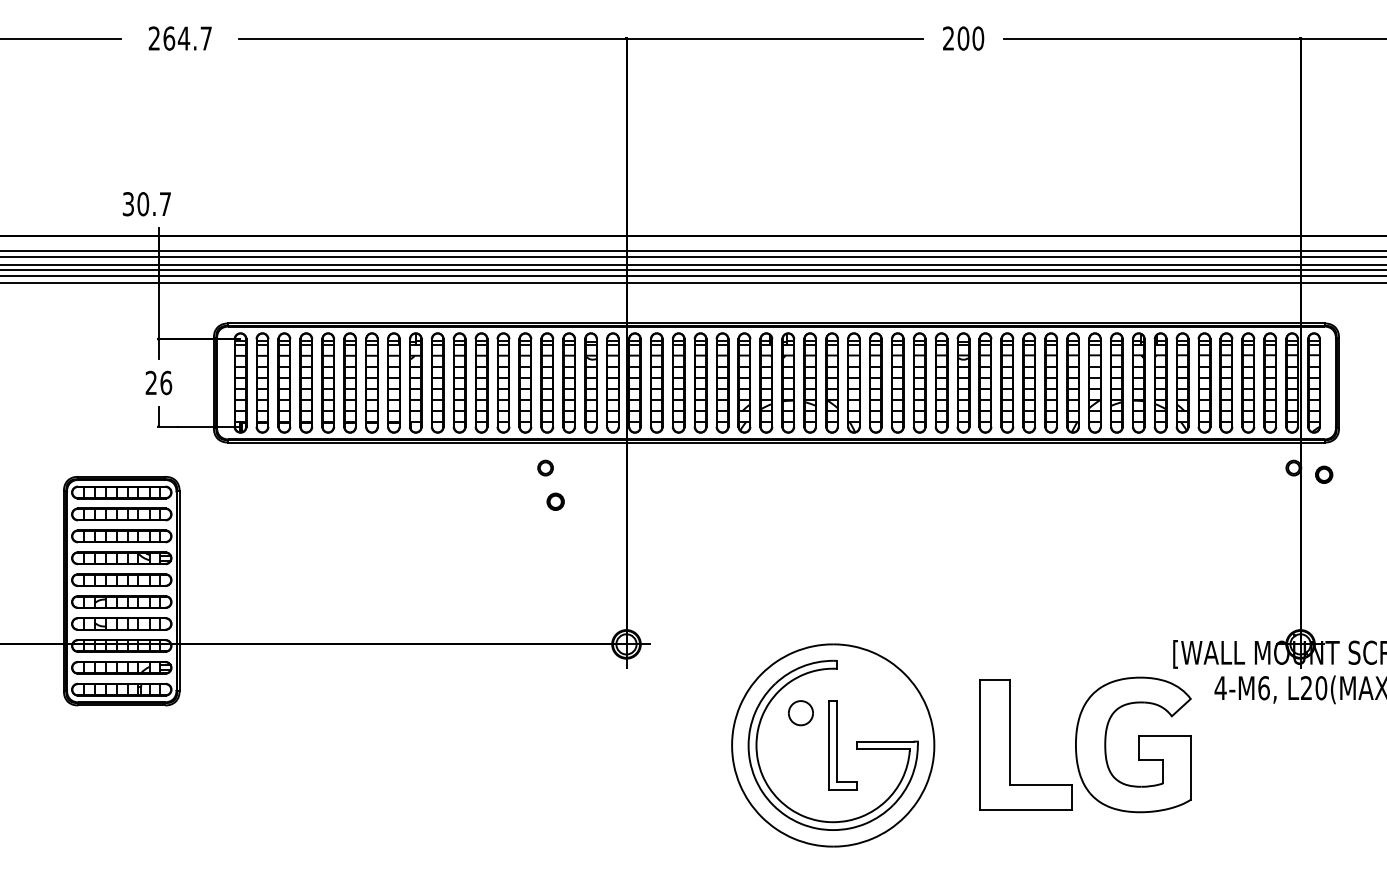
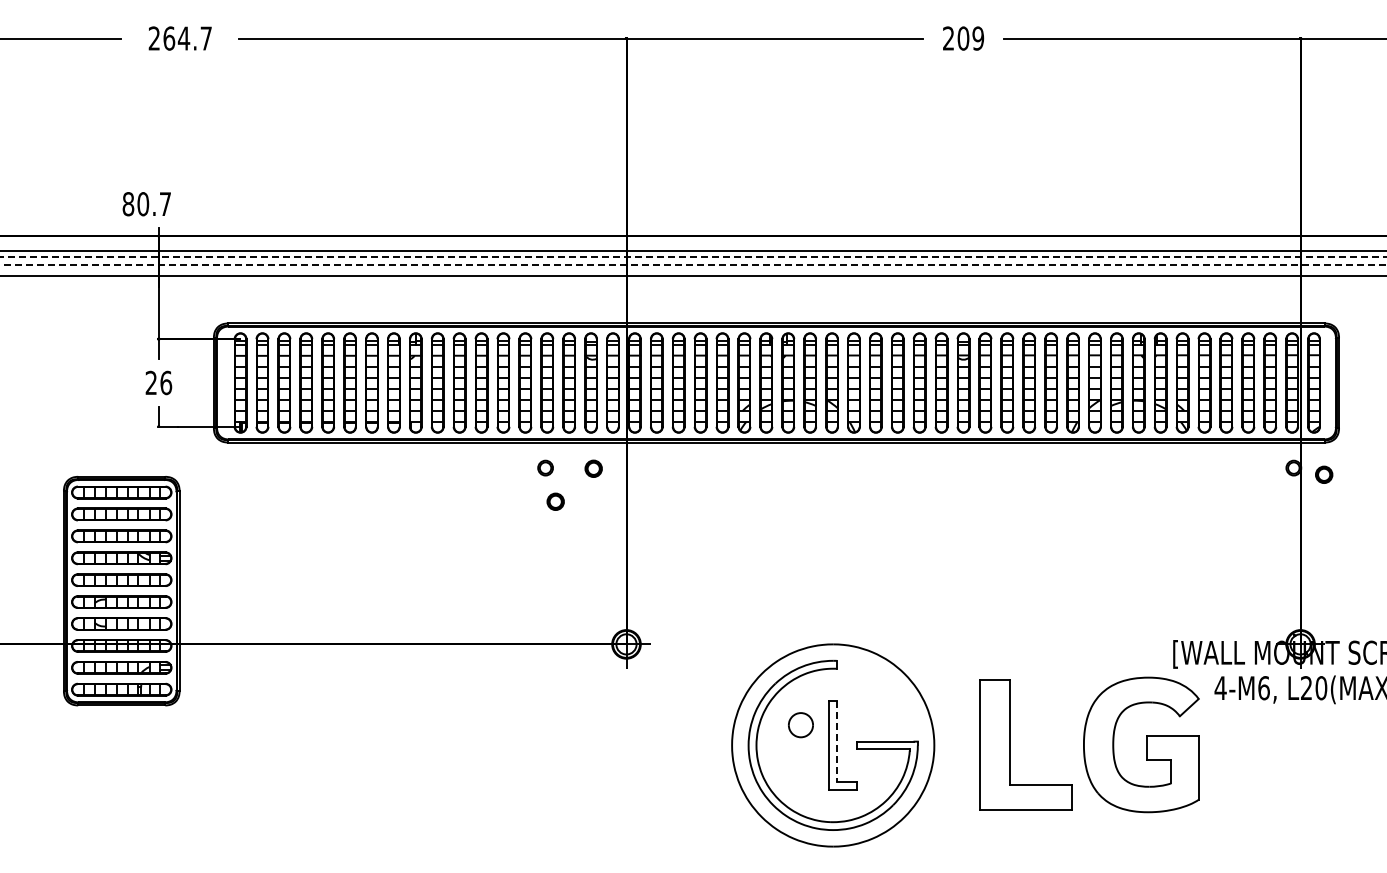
text at (978, 38): 200 -> 209
text at (128, 204): 30.7 -> 80.7
line at (693, 257): solid -> dashed
line at (693, 264): solid -> dashed
line at (692, 269): present -> none
line at (692, 282): present -> none
part at (593, 468): none -> present
part at (800, 713) position: (800, 713) -> (800, 725)
line at (837, 741): solid -> dashed
part at (1133, 744) position: (1133, 744) -> (1141, 744)
